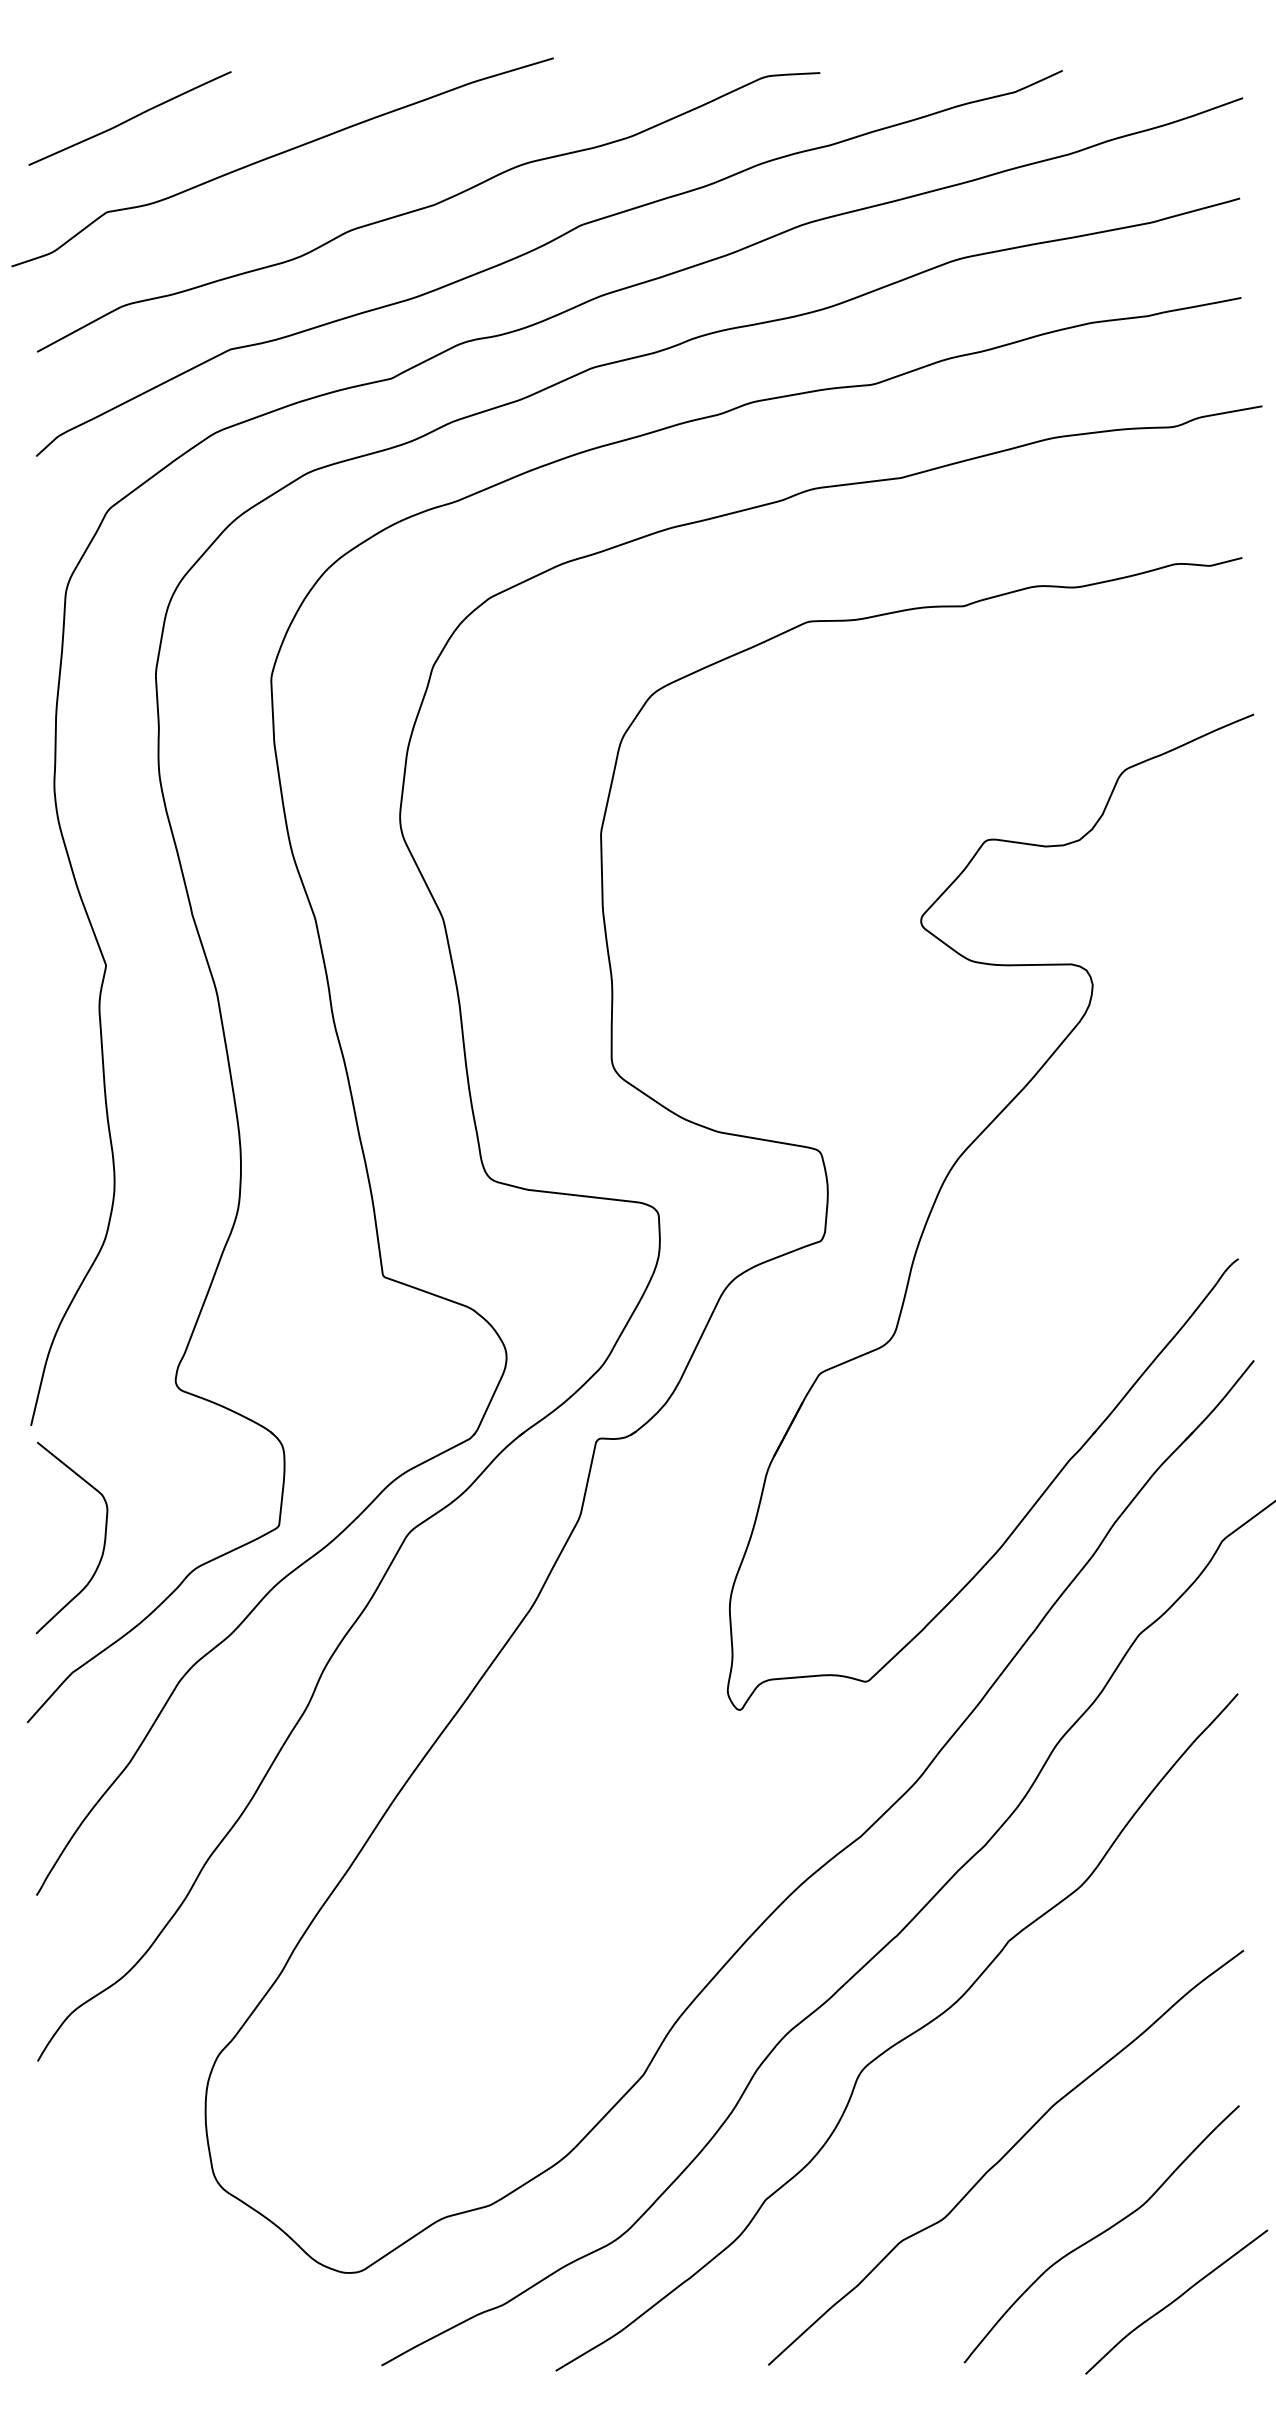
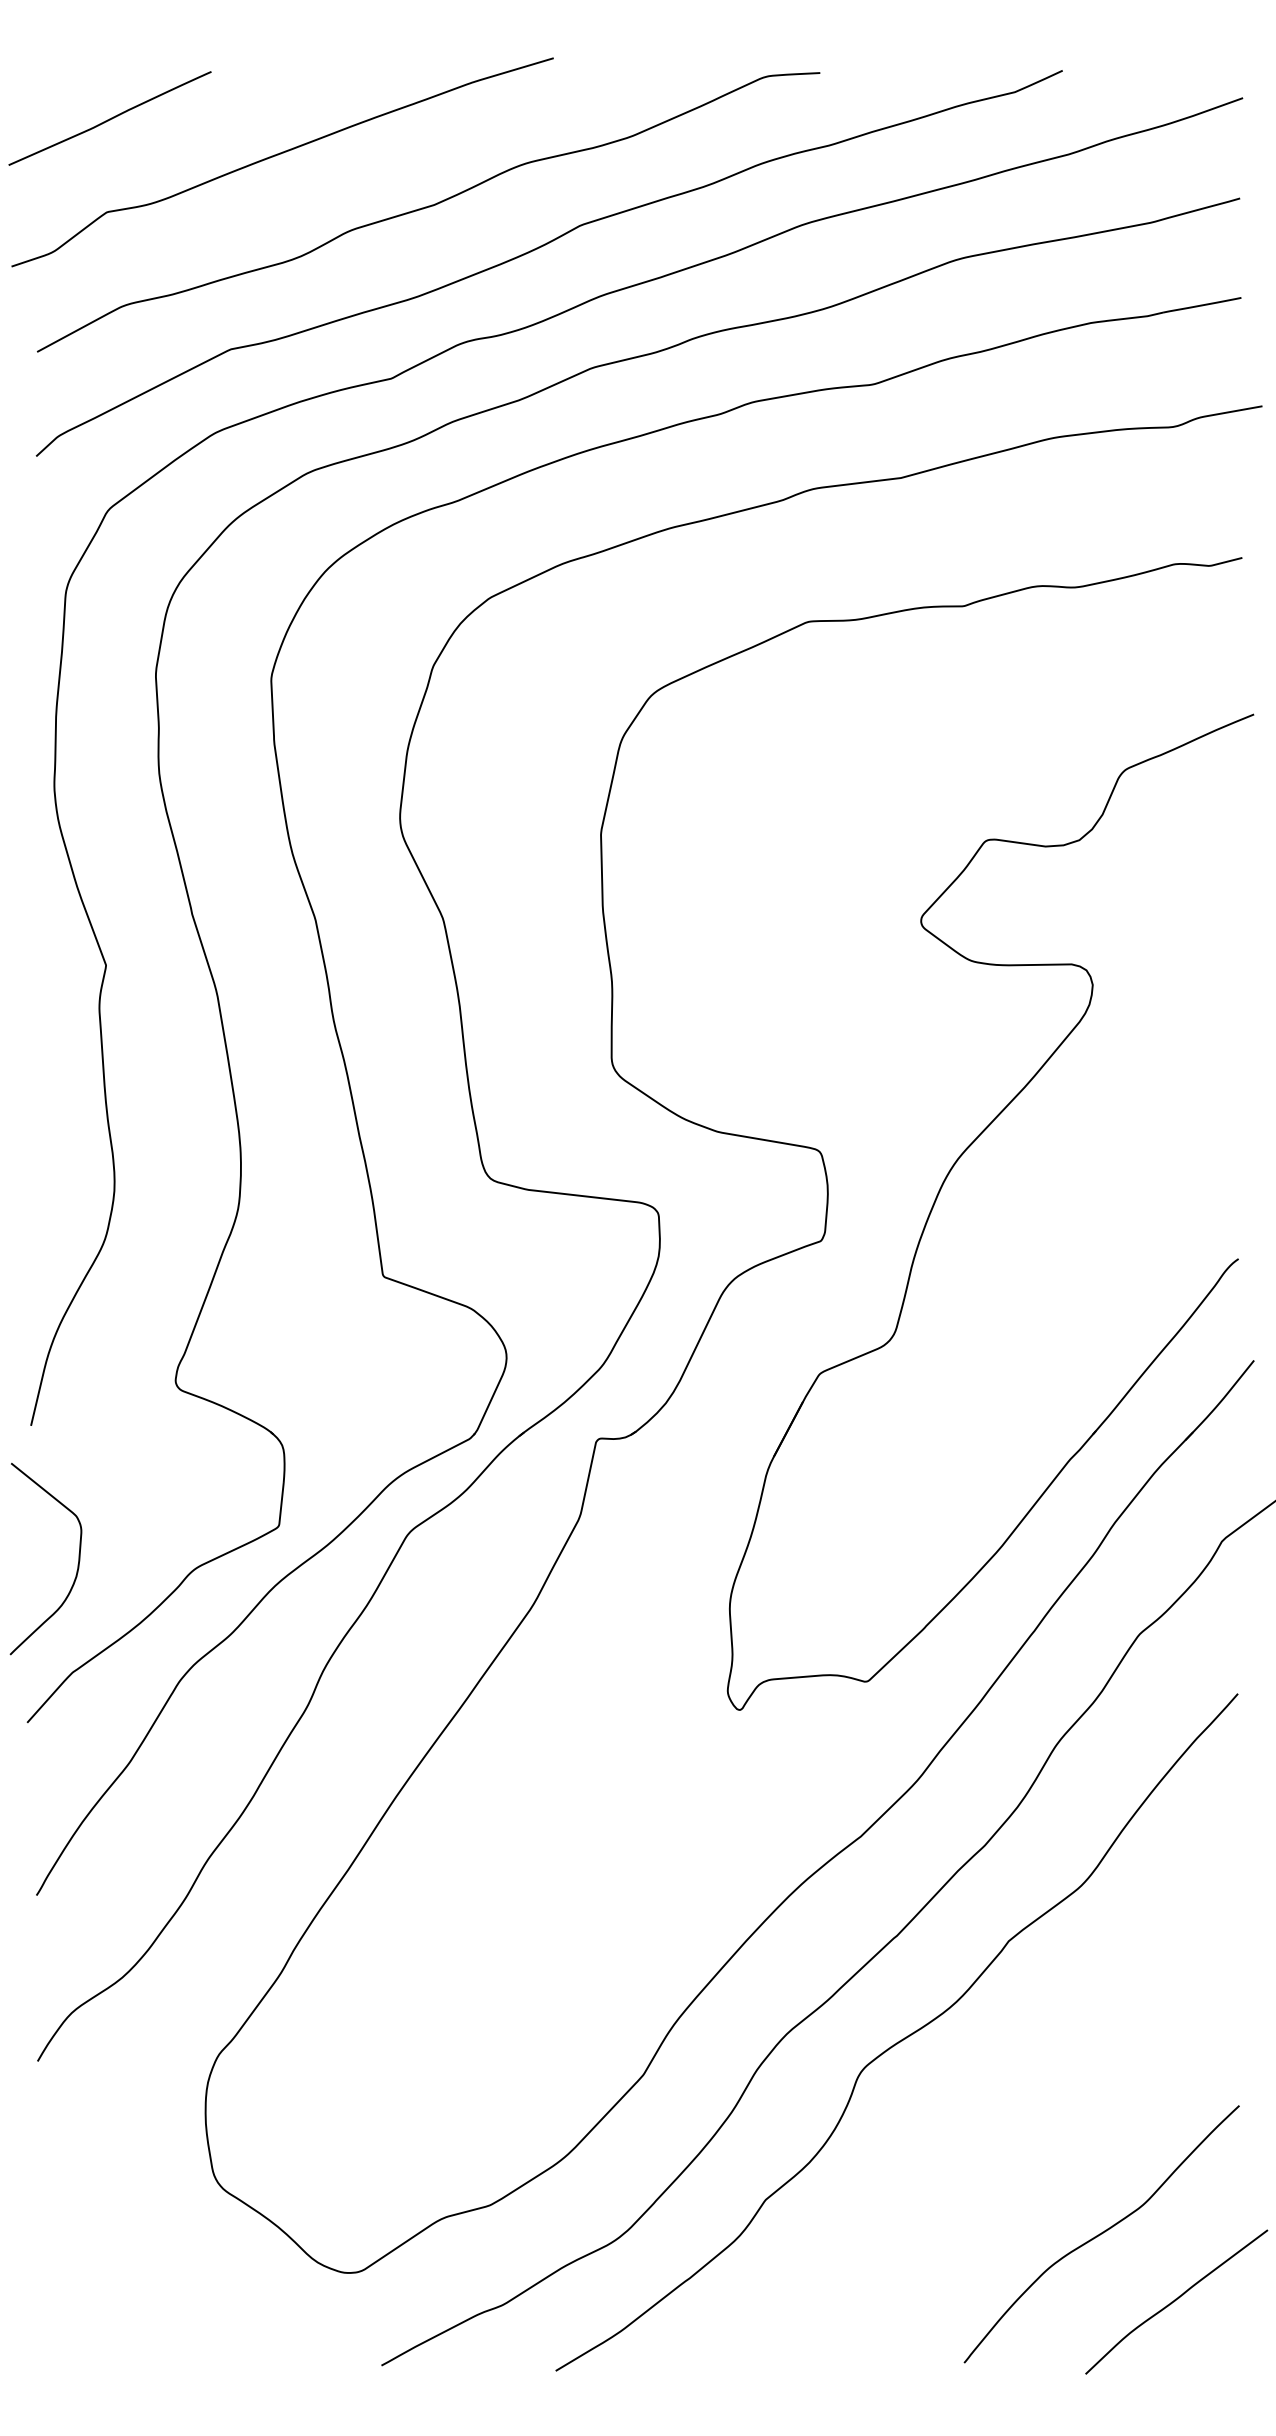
curve at (129, 118) position: (129, 118) -> (109, 118)
curve at (103, 1543) position: (103, 1543) -> (77, 1564)
curve at (1005, 2156): present -> none
